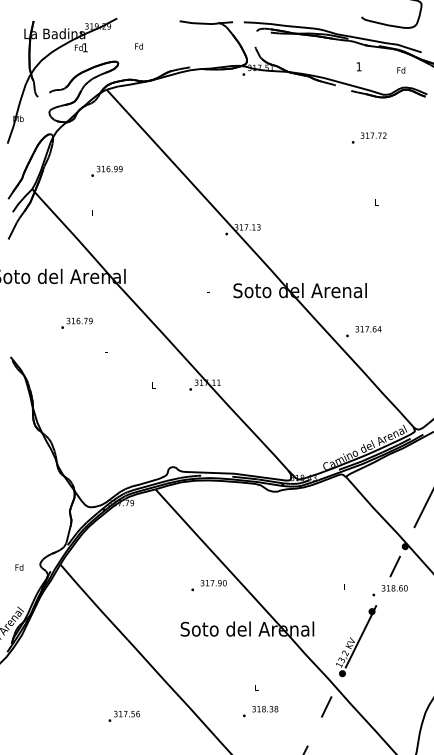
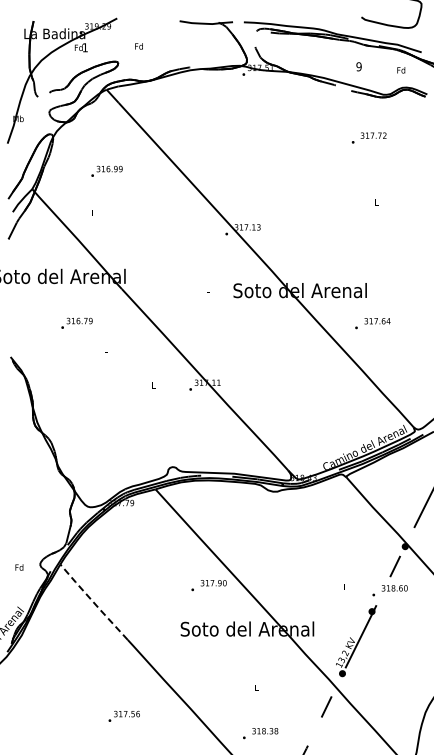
text at (358, 66): 1 -> 9
text at (363, 331) position: (363, 331) -> (372, 323)
line at (93, 602): solid -> dashed
text at (260, 711) position: (260, 711) -> (260, 733)
